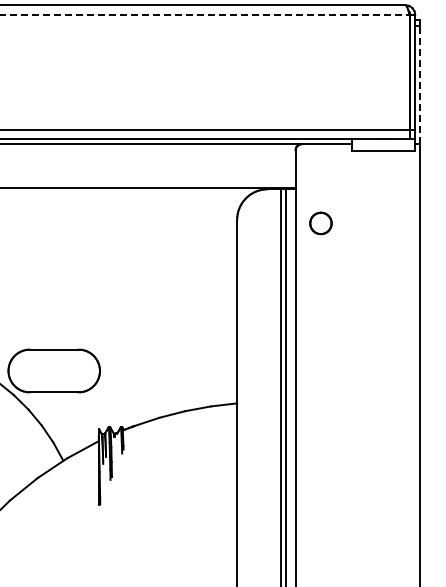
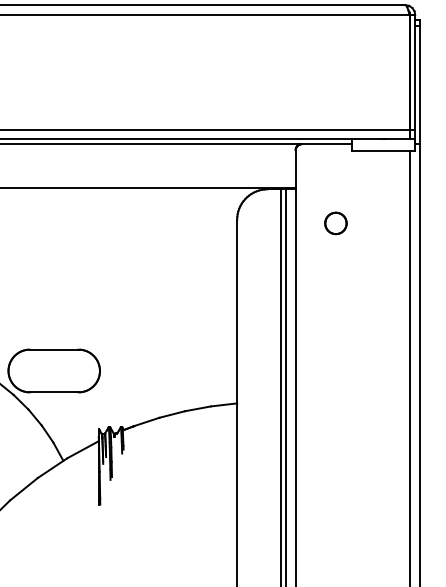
line at (205, 14): dashed -> solid
line at (420, 84): dashed -> solid
part at (320, 223) position: (320, 223) -> (335, 223)
line at (410, 367): none -> present
